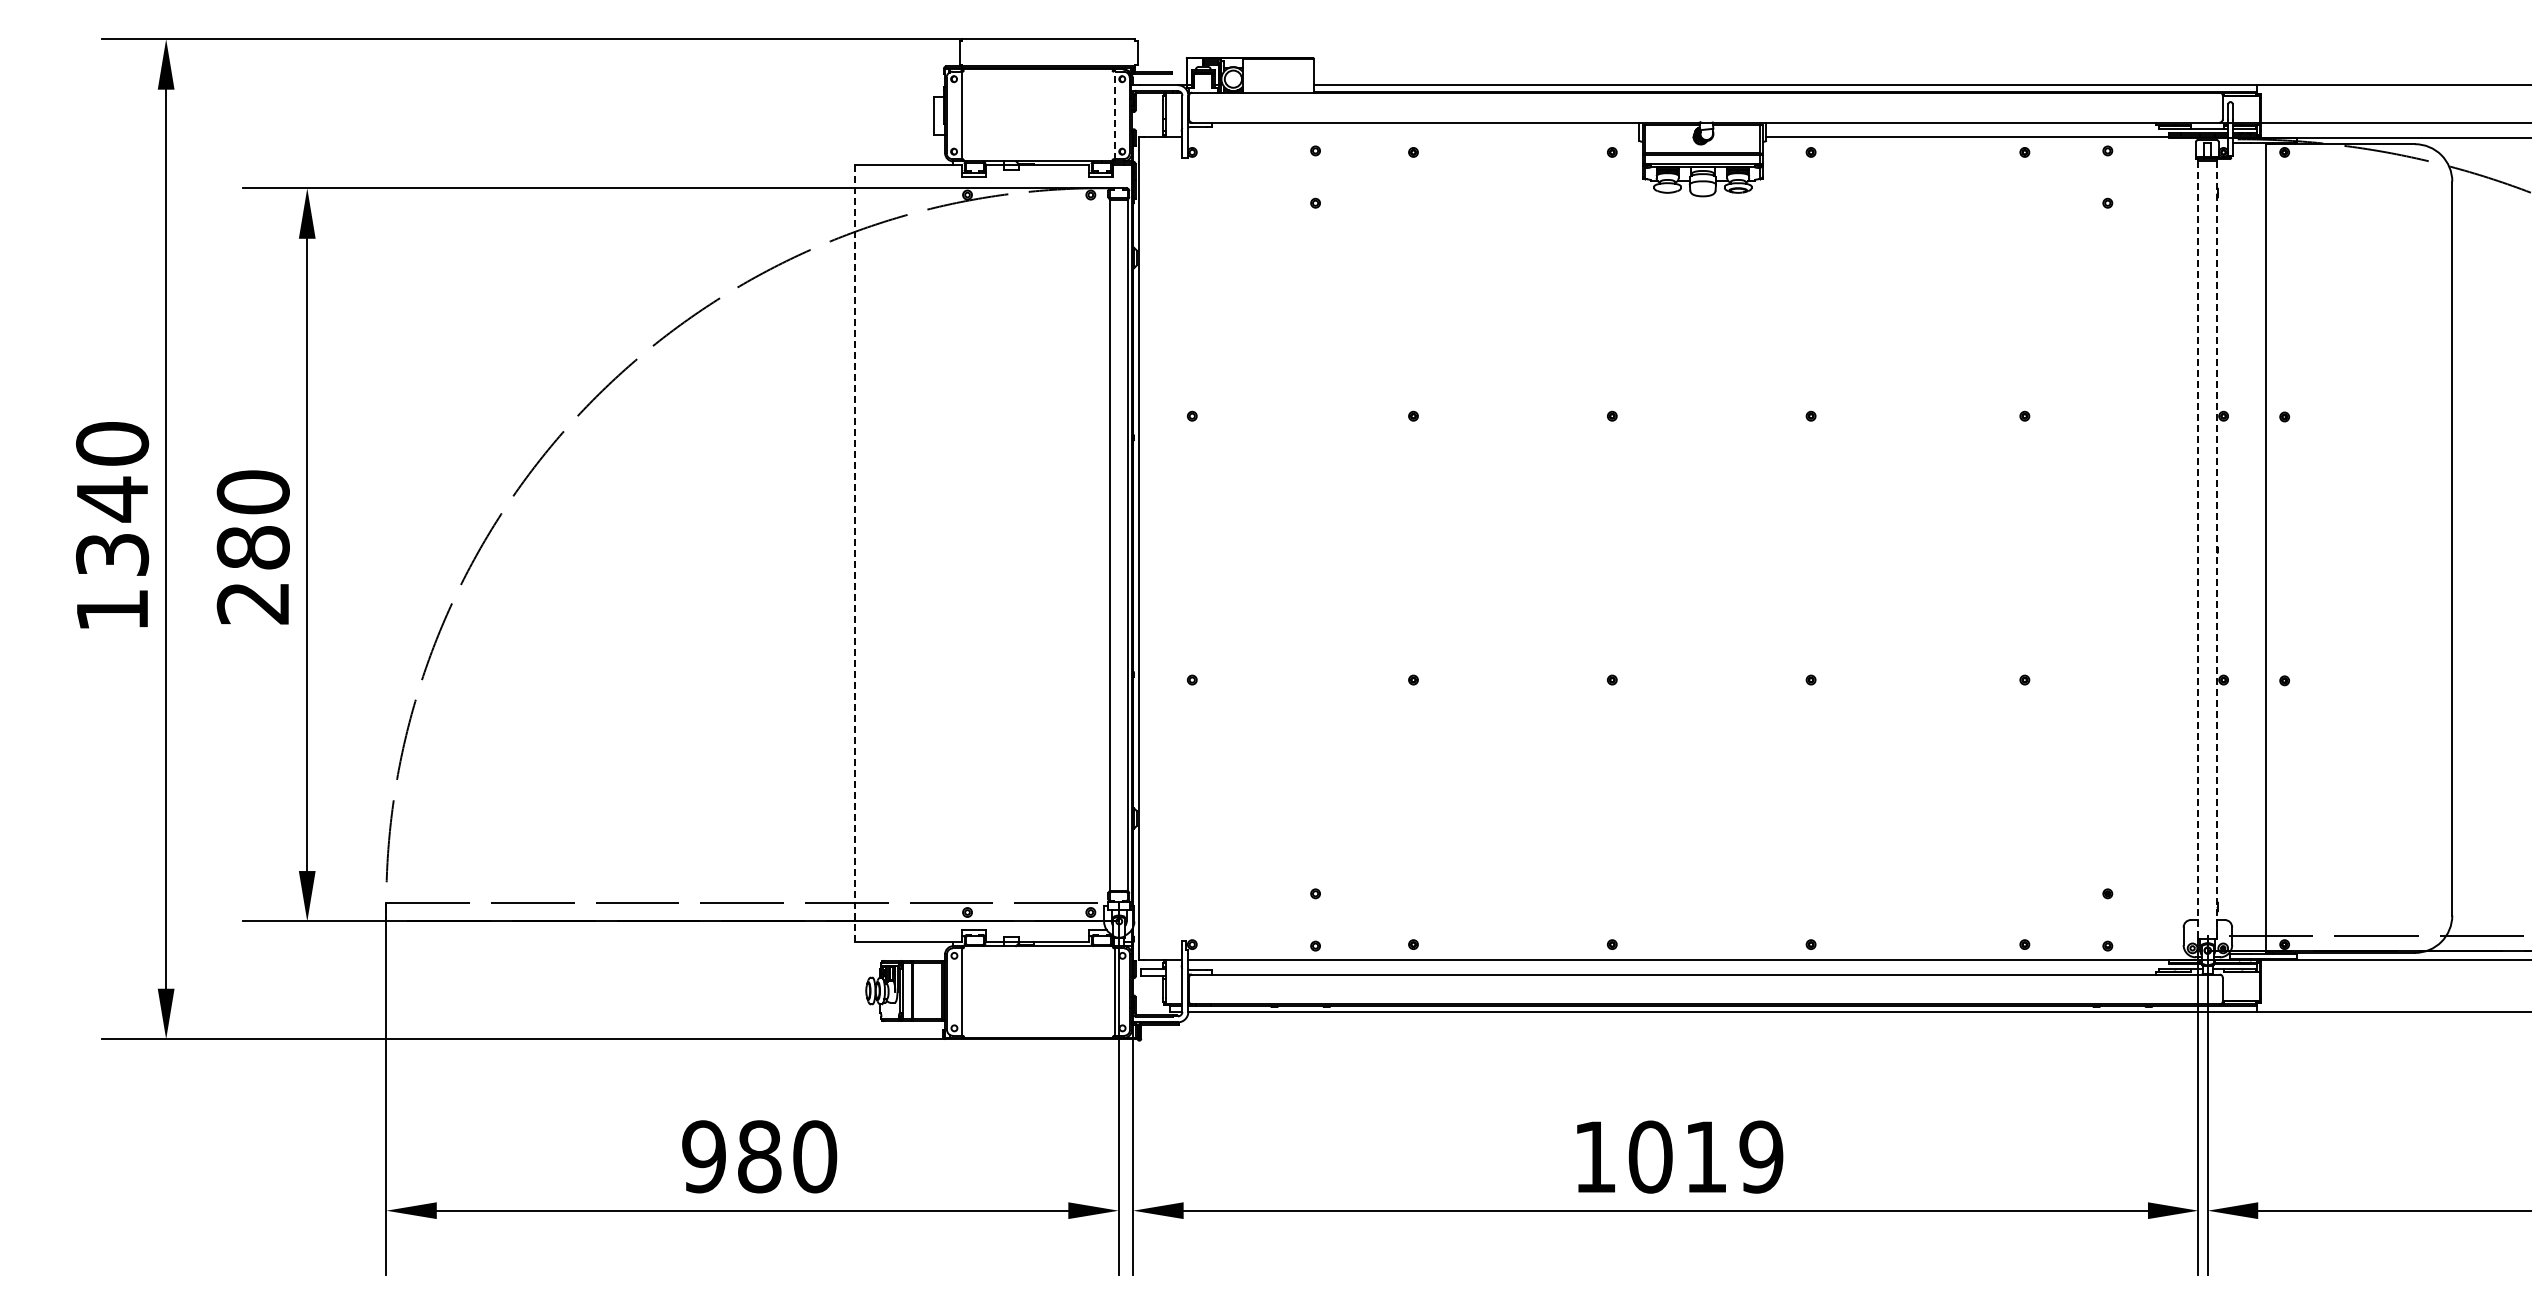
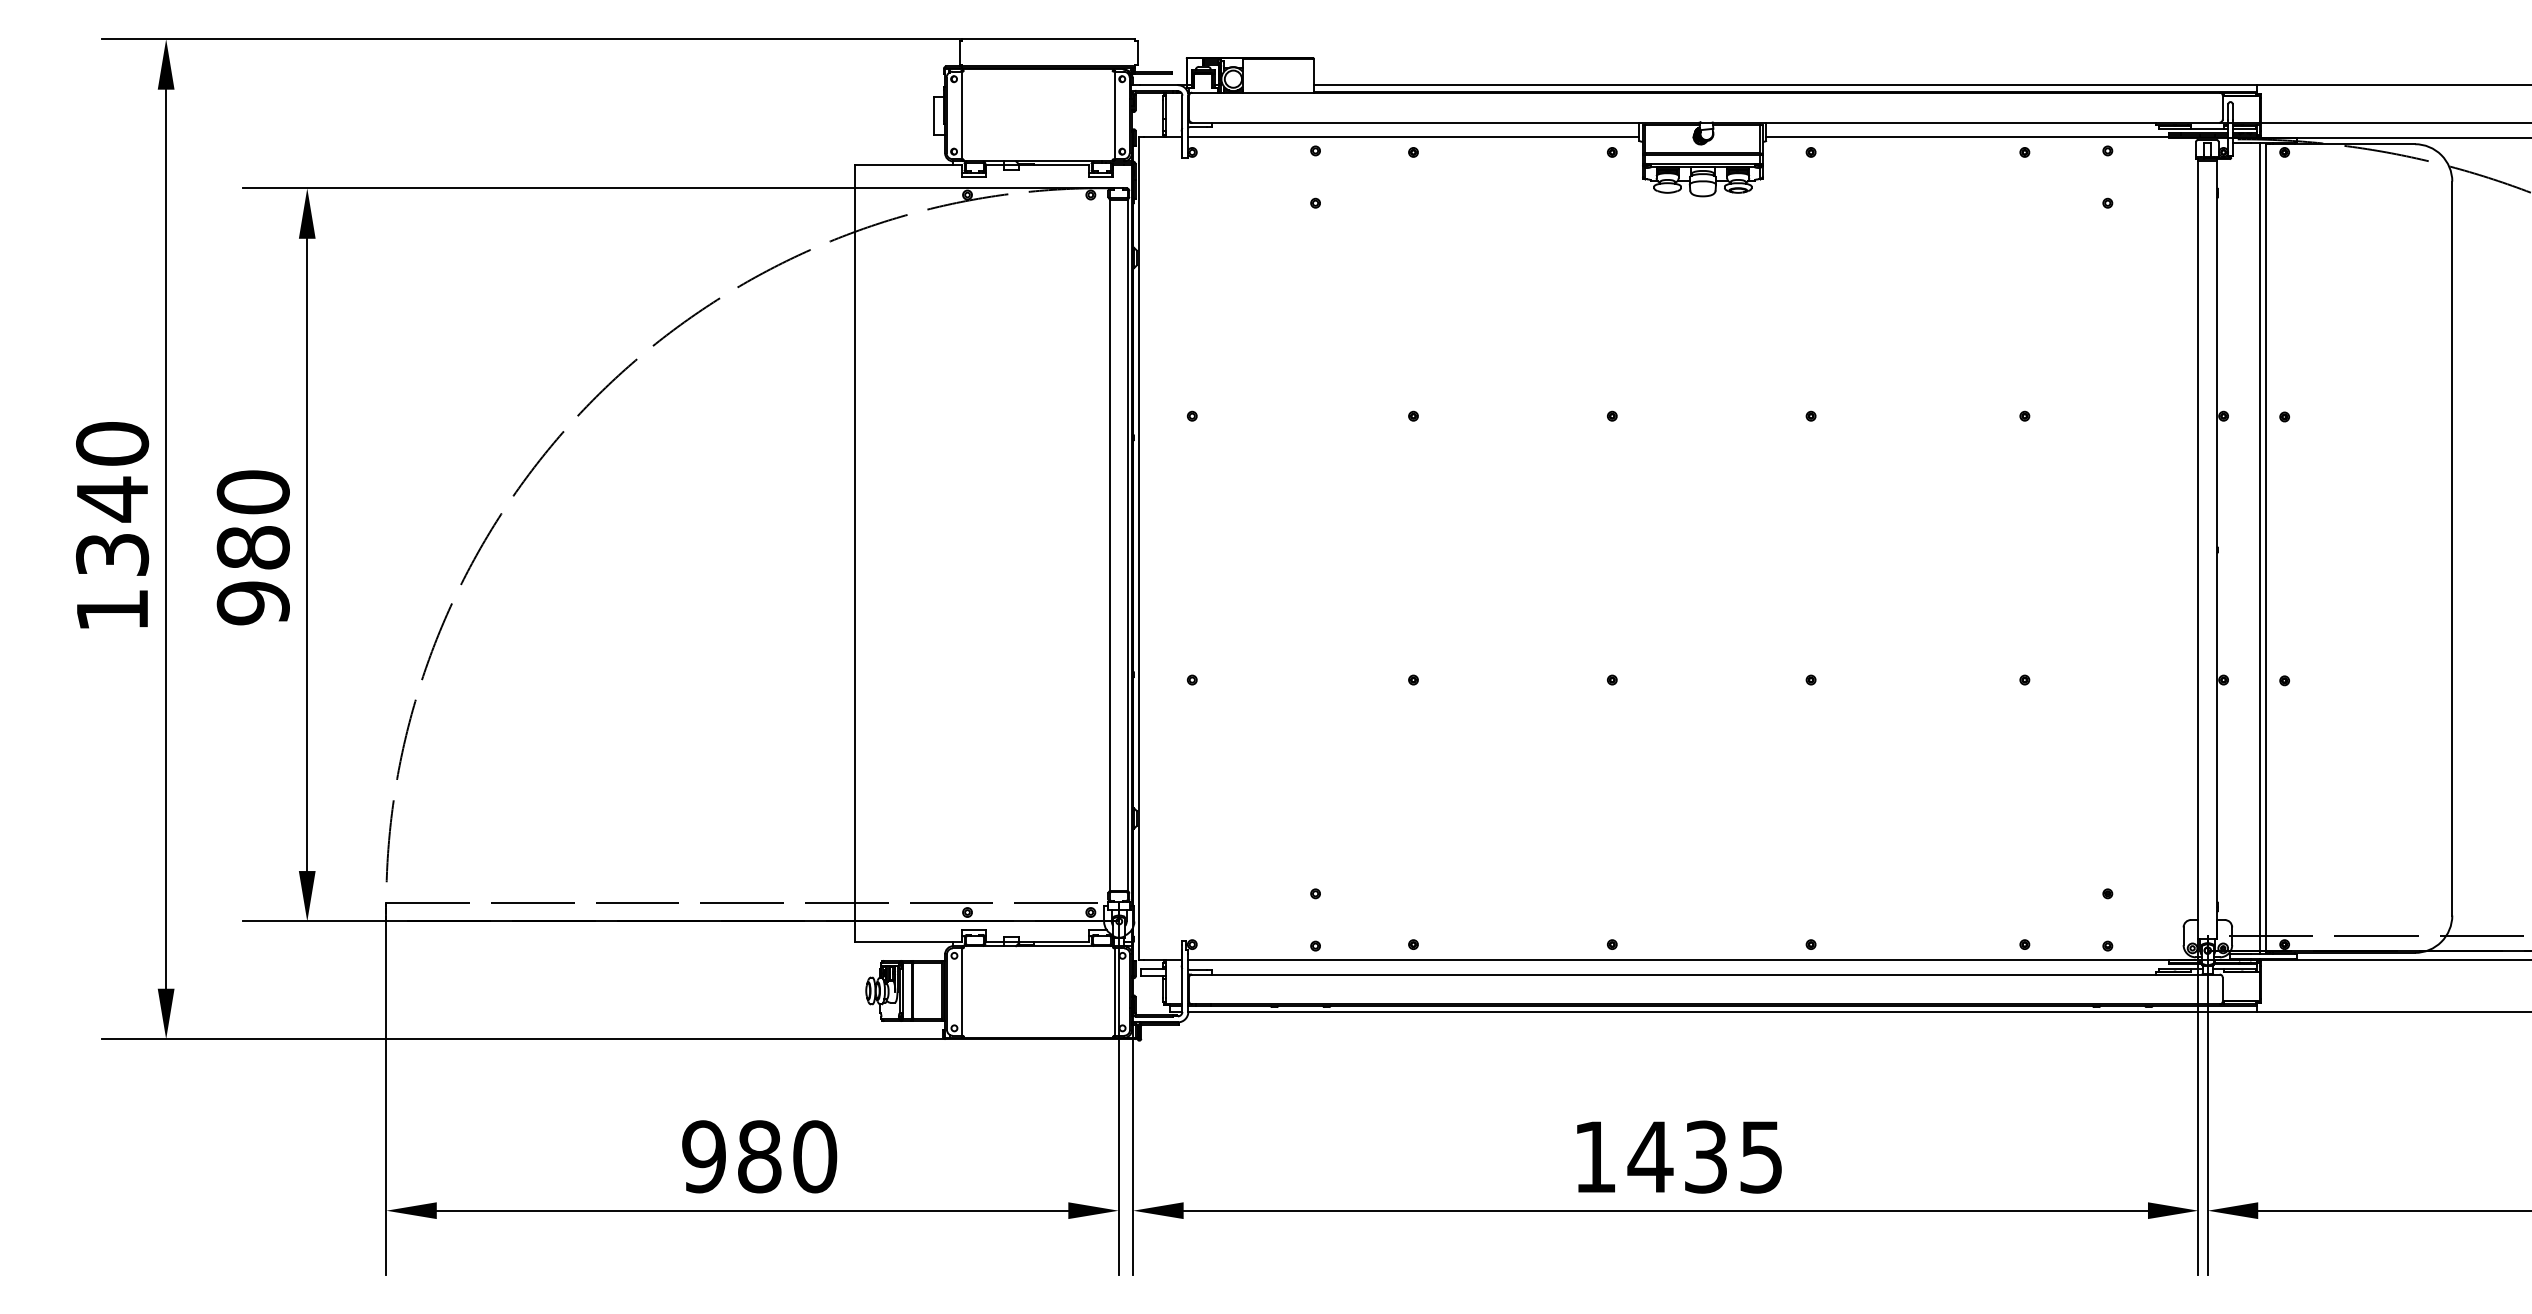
line at (1114, 115): dashed -> solid
line at (1413, 137): none -> present
line at (2260, 548): none -> present
line at (2198, 550): dashed -> solid
line at (2217, 550): dashed -> solid
line at (855, 553): dashed -> solid
text at (252, 603): 280 -> 980
text at (1705, 1156): 1019 -> 1435
